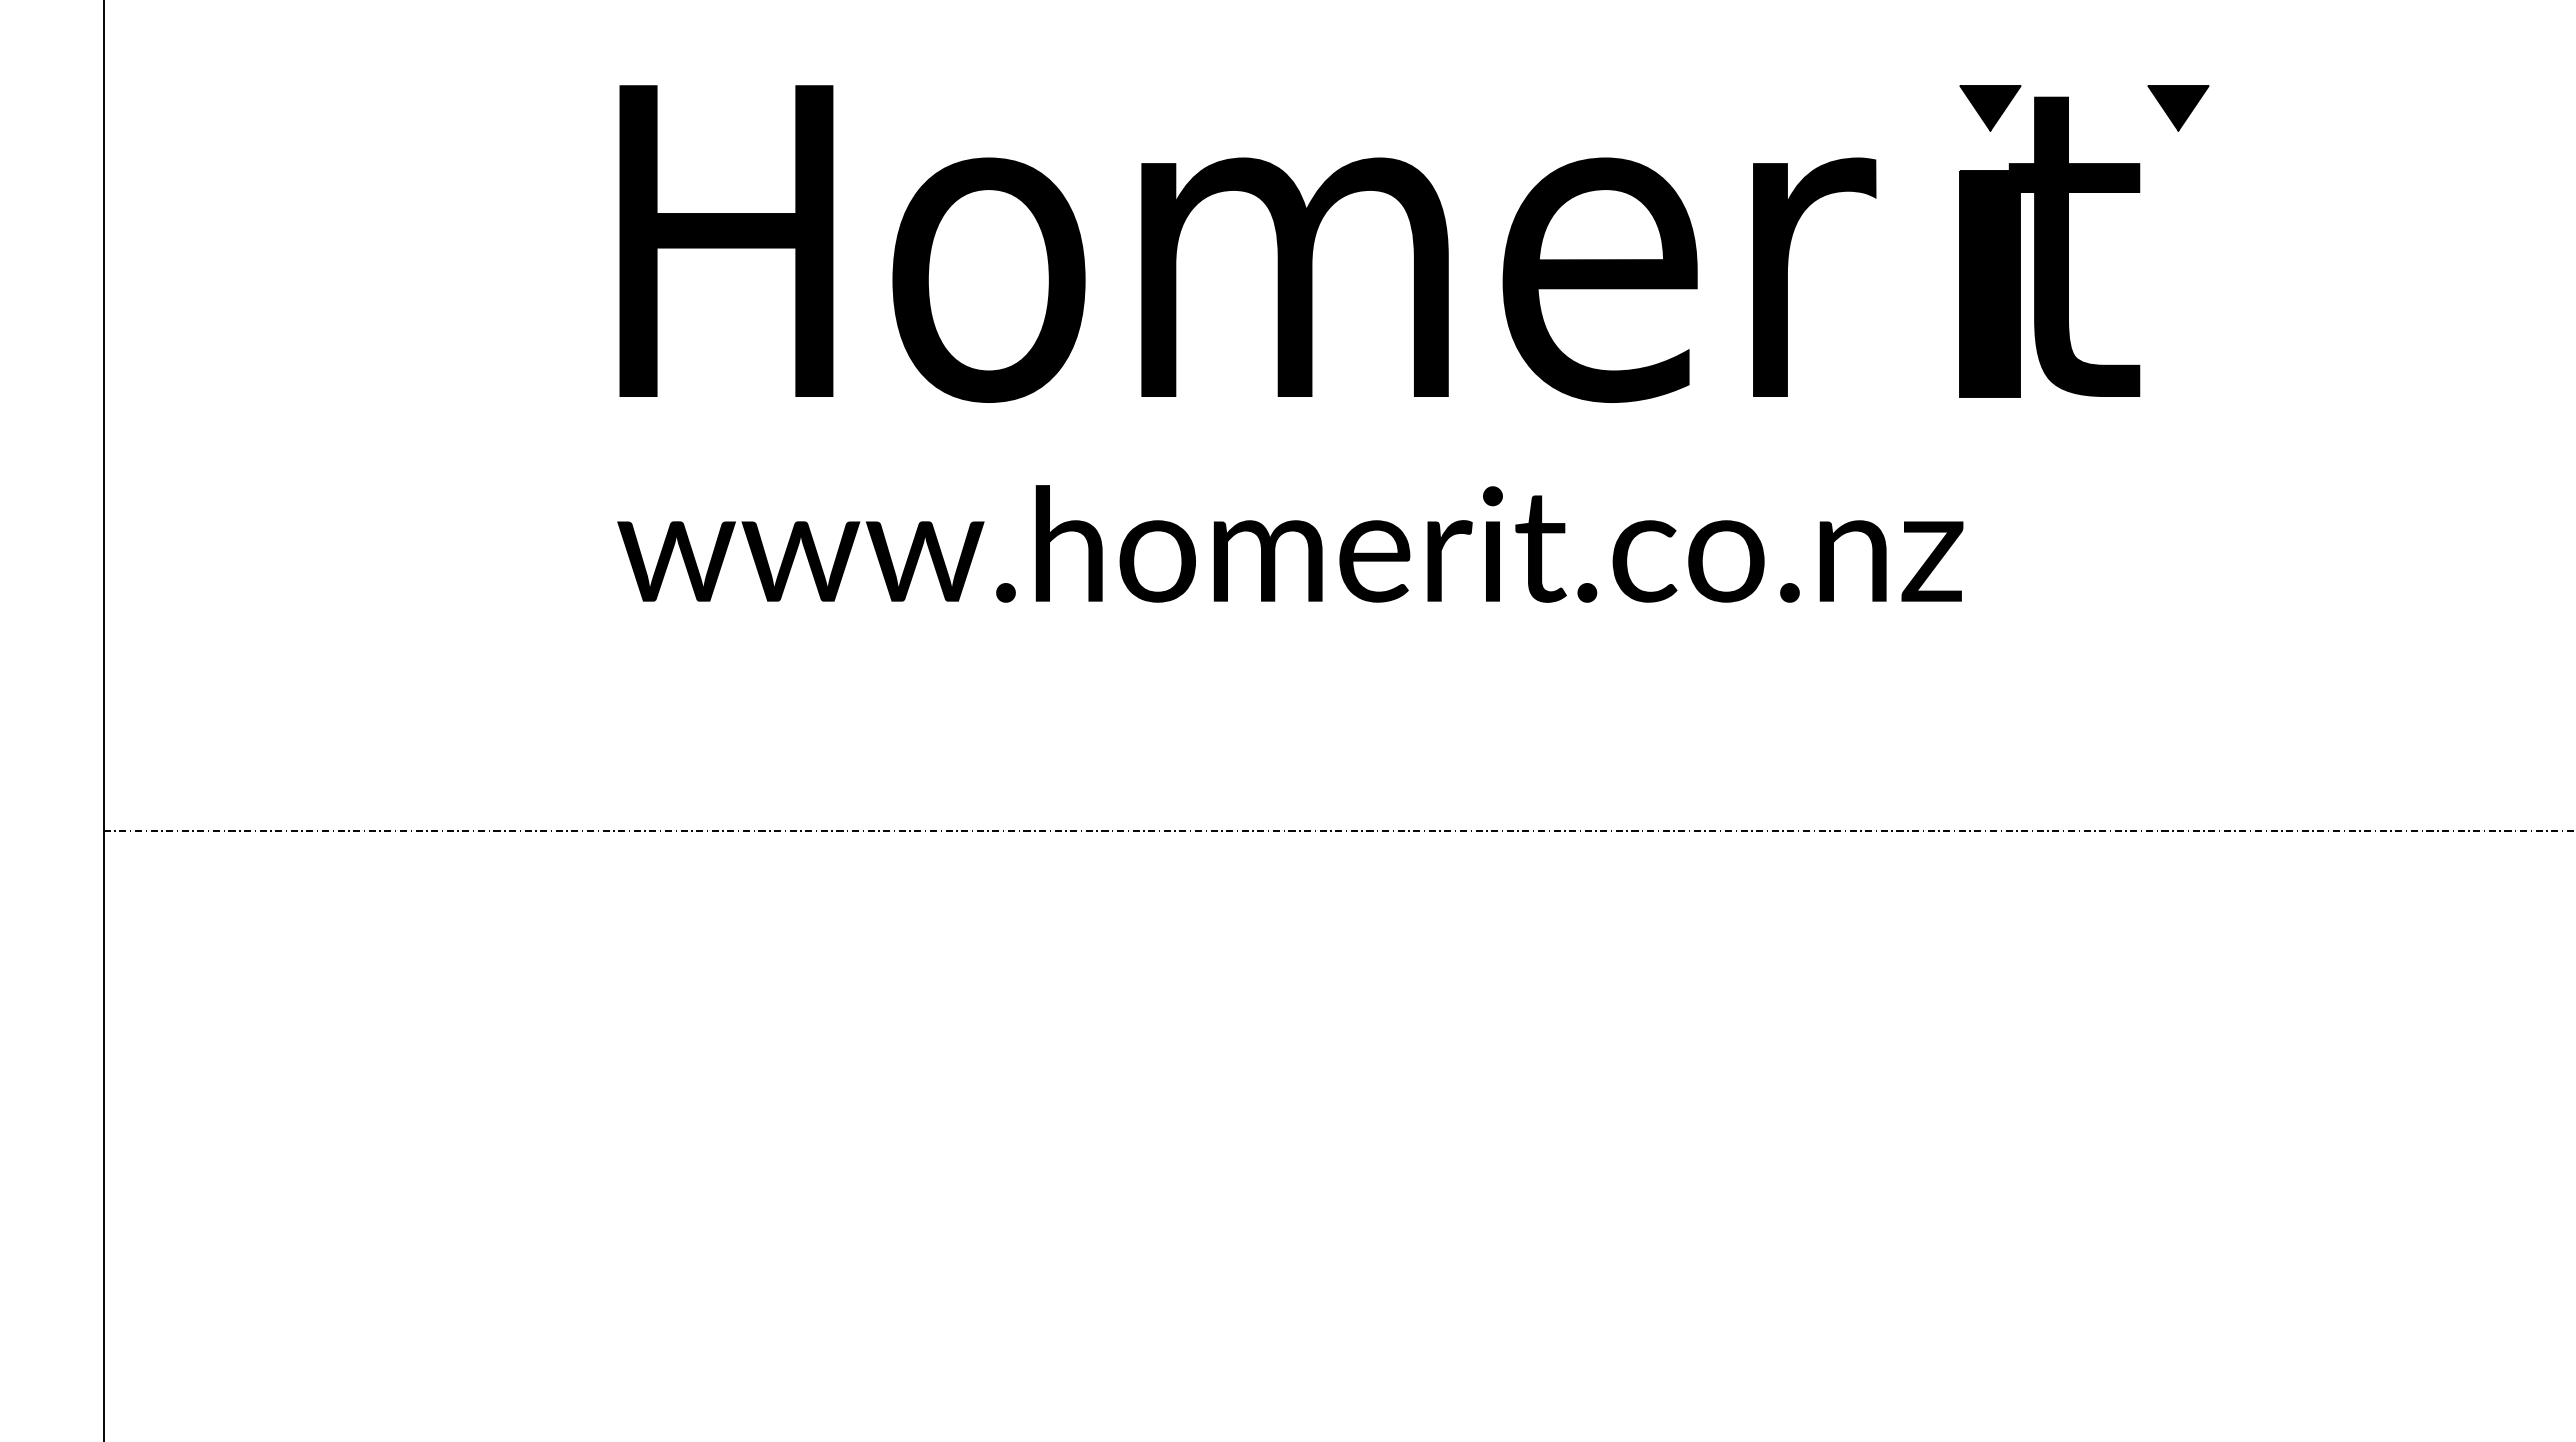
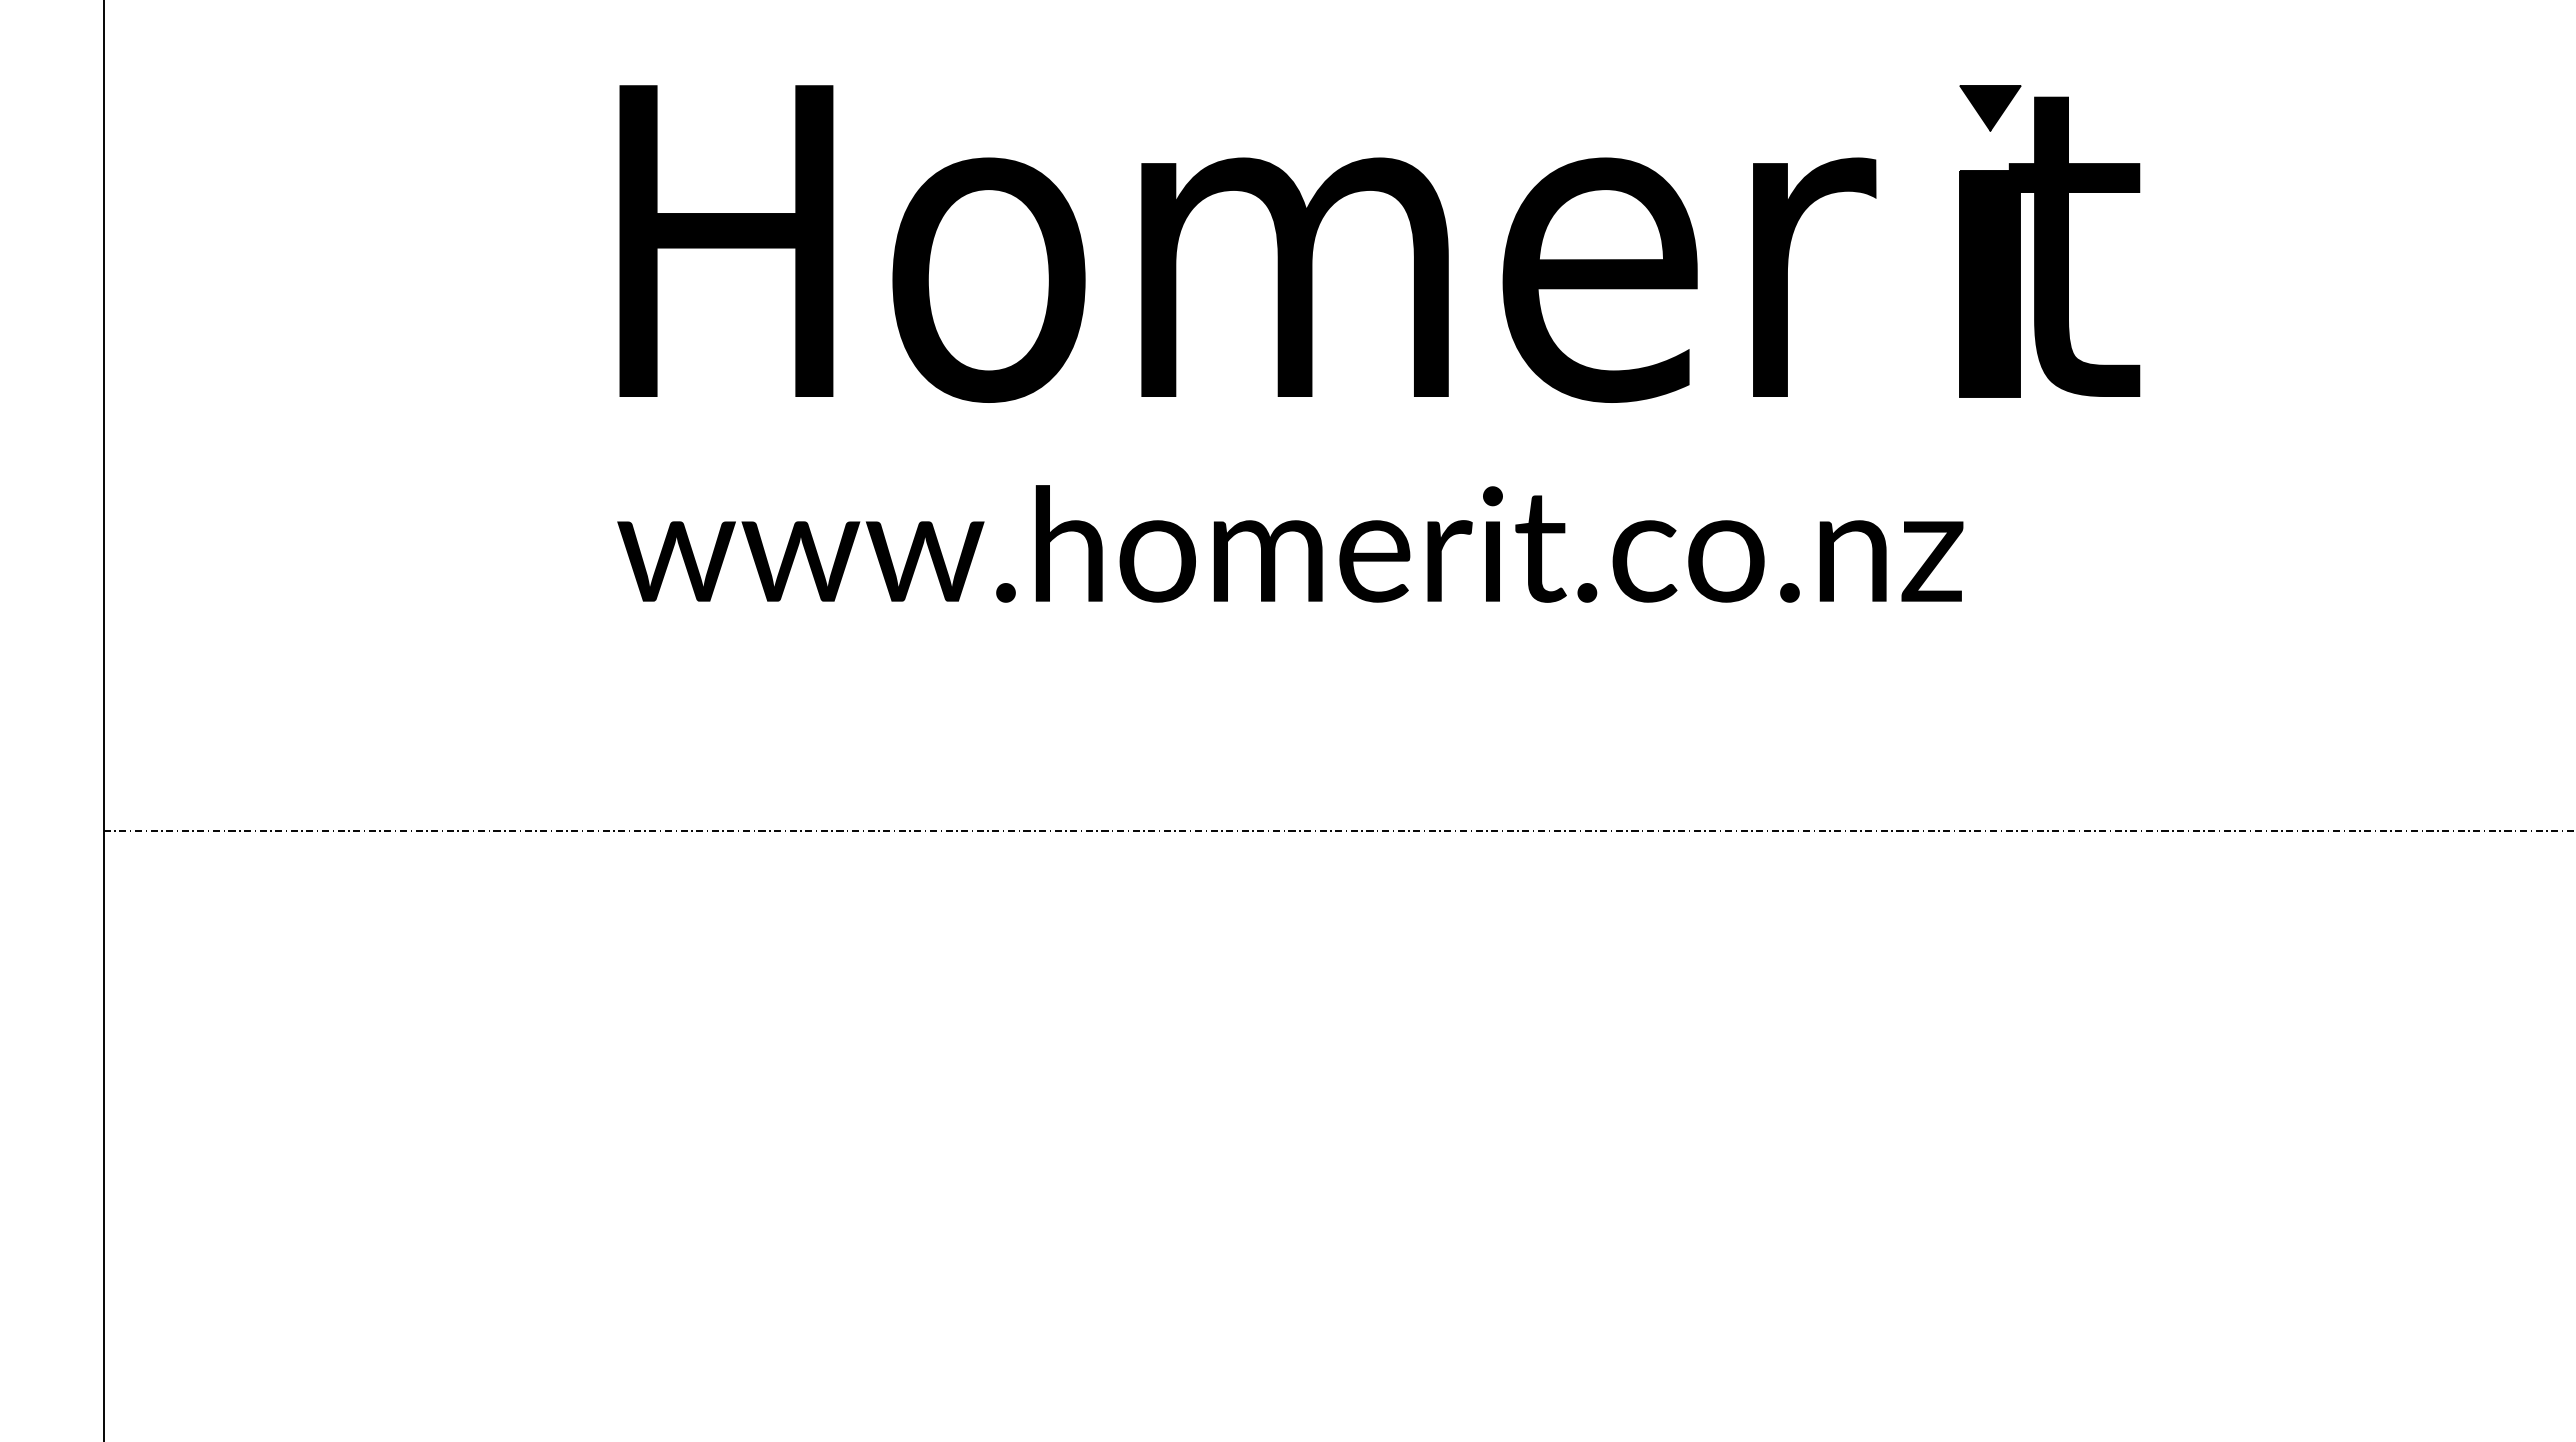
part at (2178, 108): present -> none
